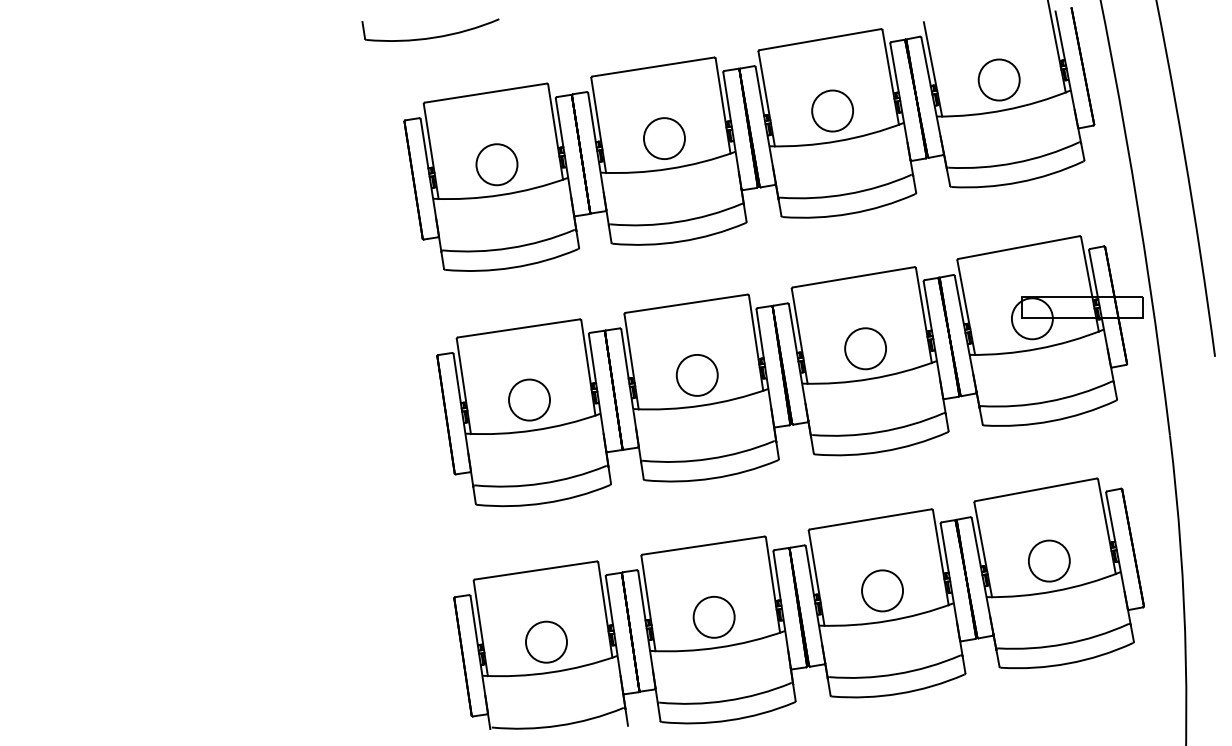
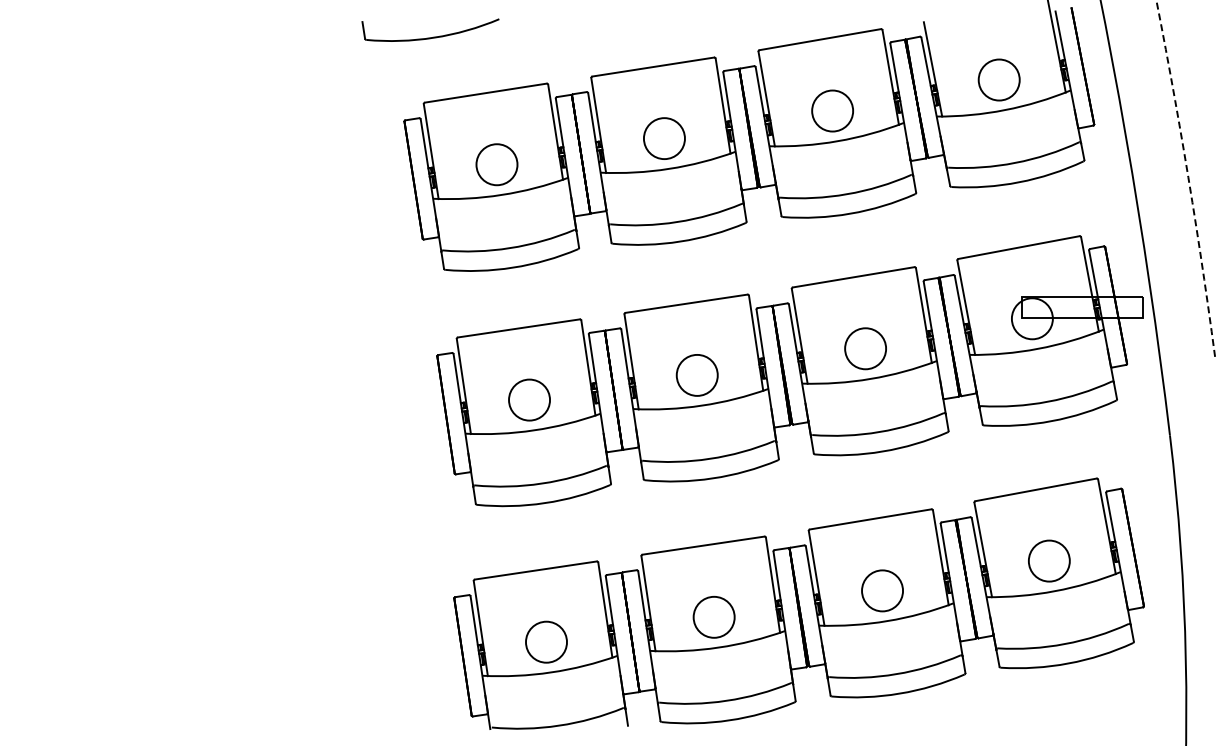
arc at (1188, 178): solid -> dashed
